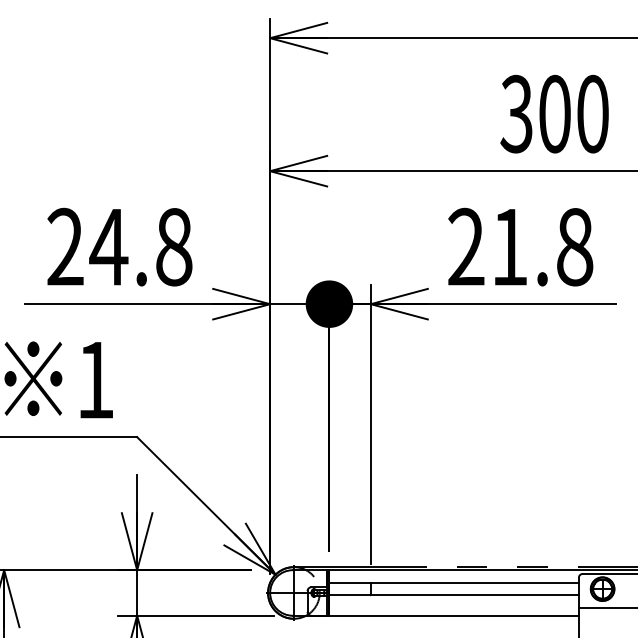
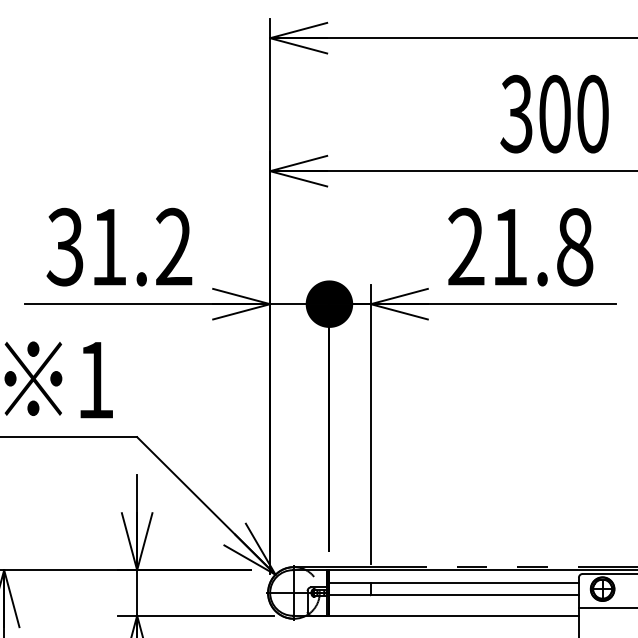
text at (119, 246): 24.8 -> 31.2
